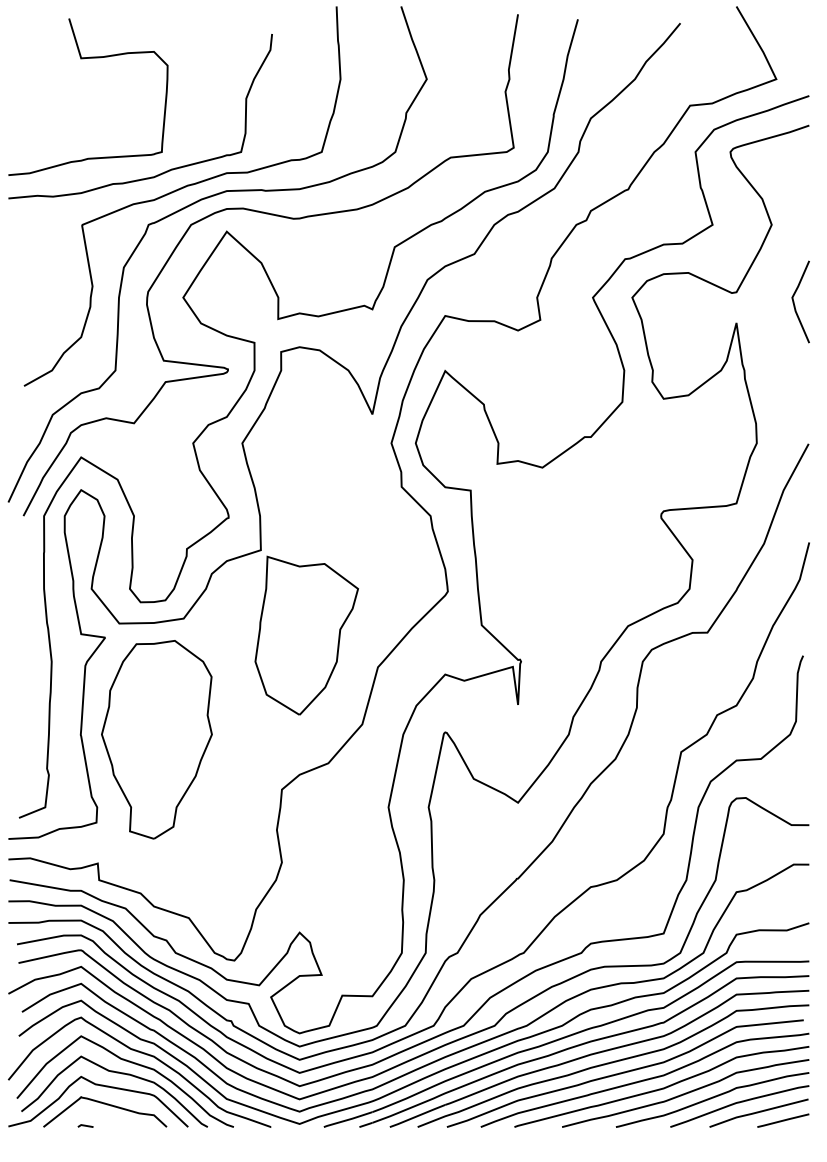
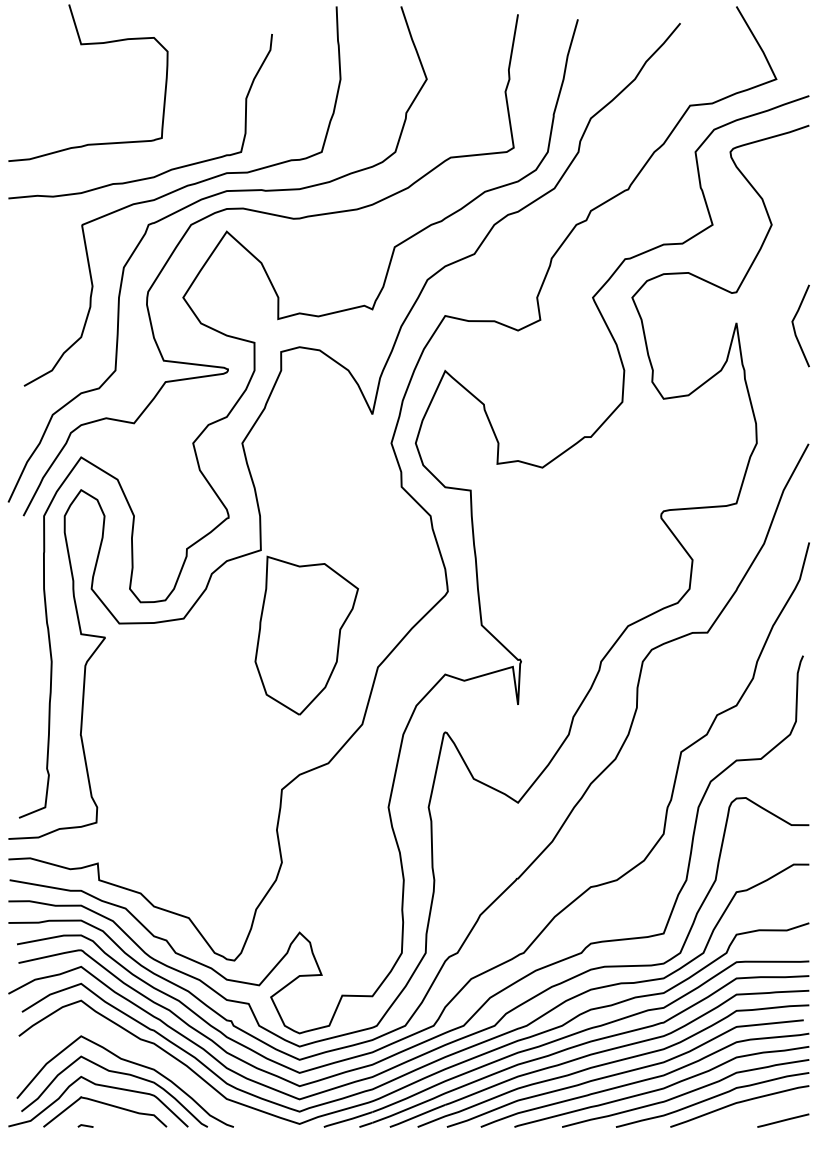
curve at (83, 59) position: (83, 59) -> (83, 45)
line at (794, 301) position: (794, 301) -> (794, 325)
part at (156, 739): present -> none
curve at (143, 1054): present -> none
line at (758, 1112): present -> none
